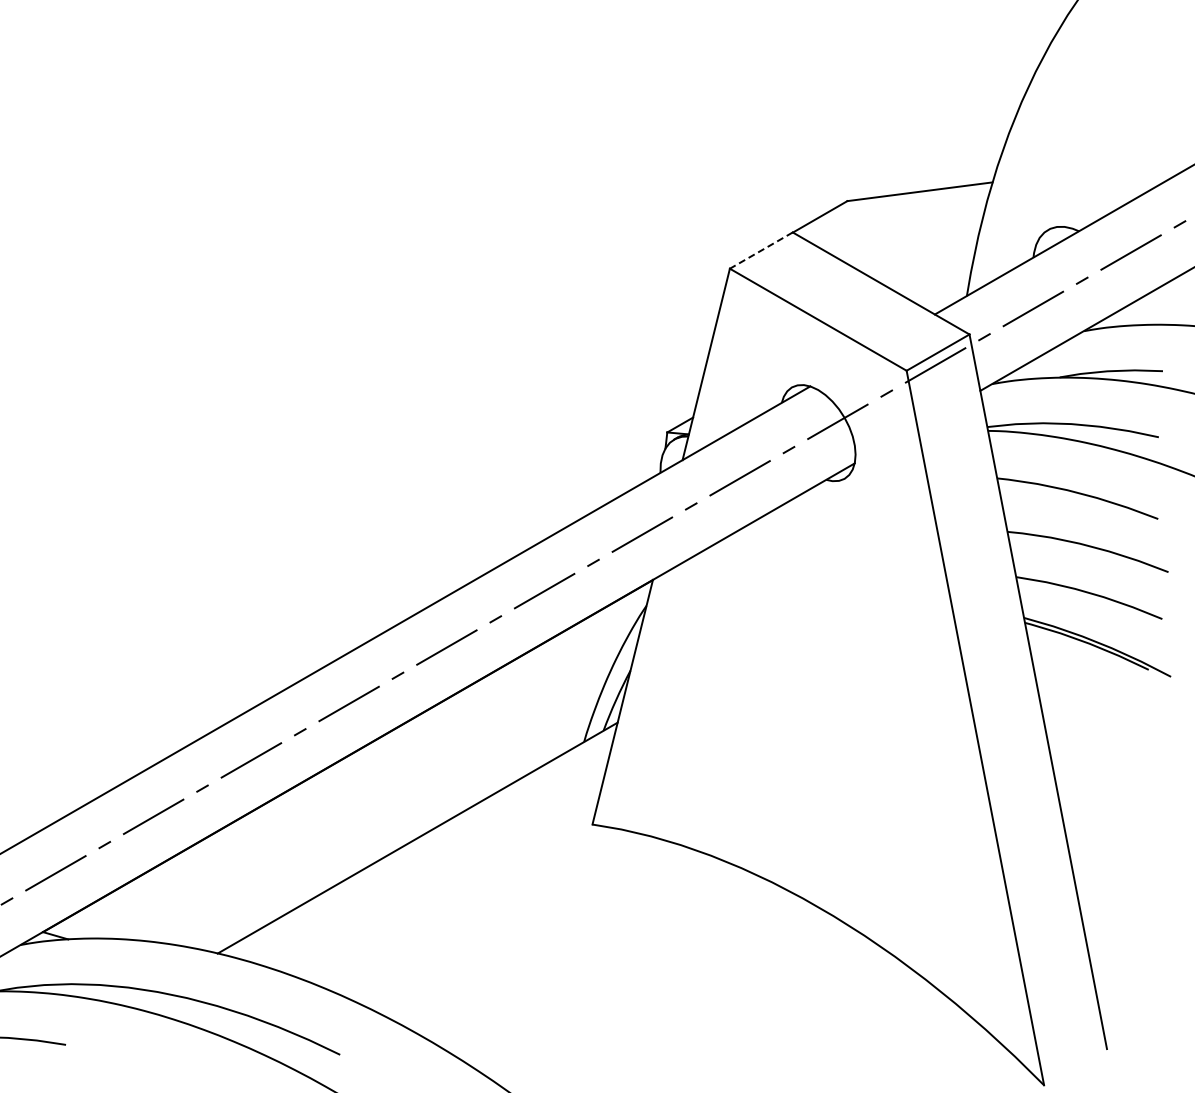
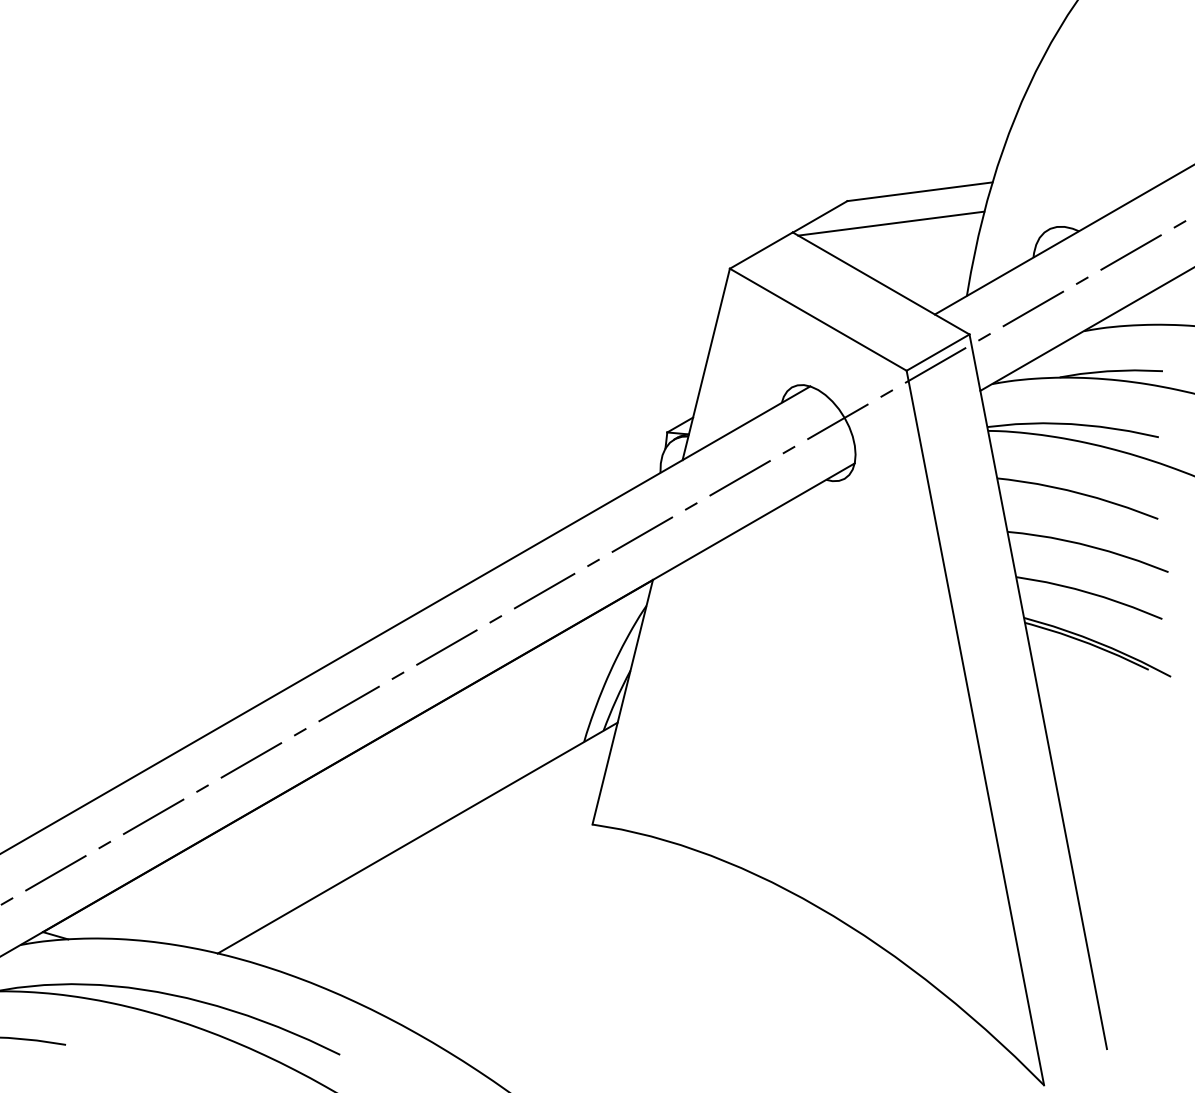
line at (891, 223): none -> present
line at (760, 250): dashed -> solid
